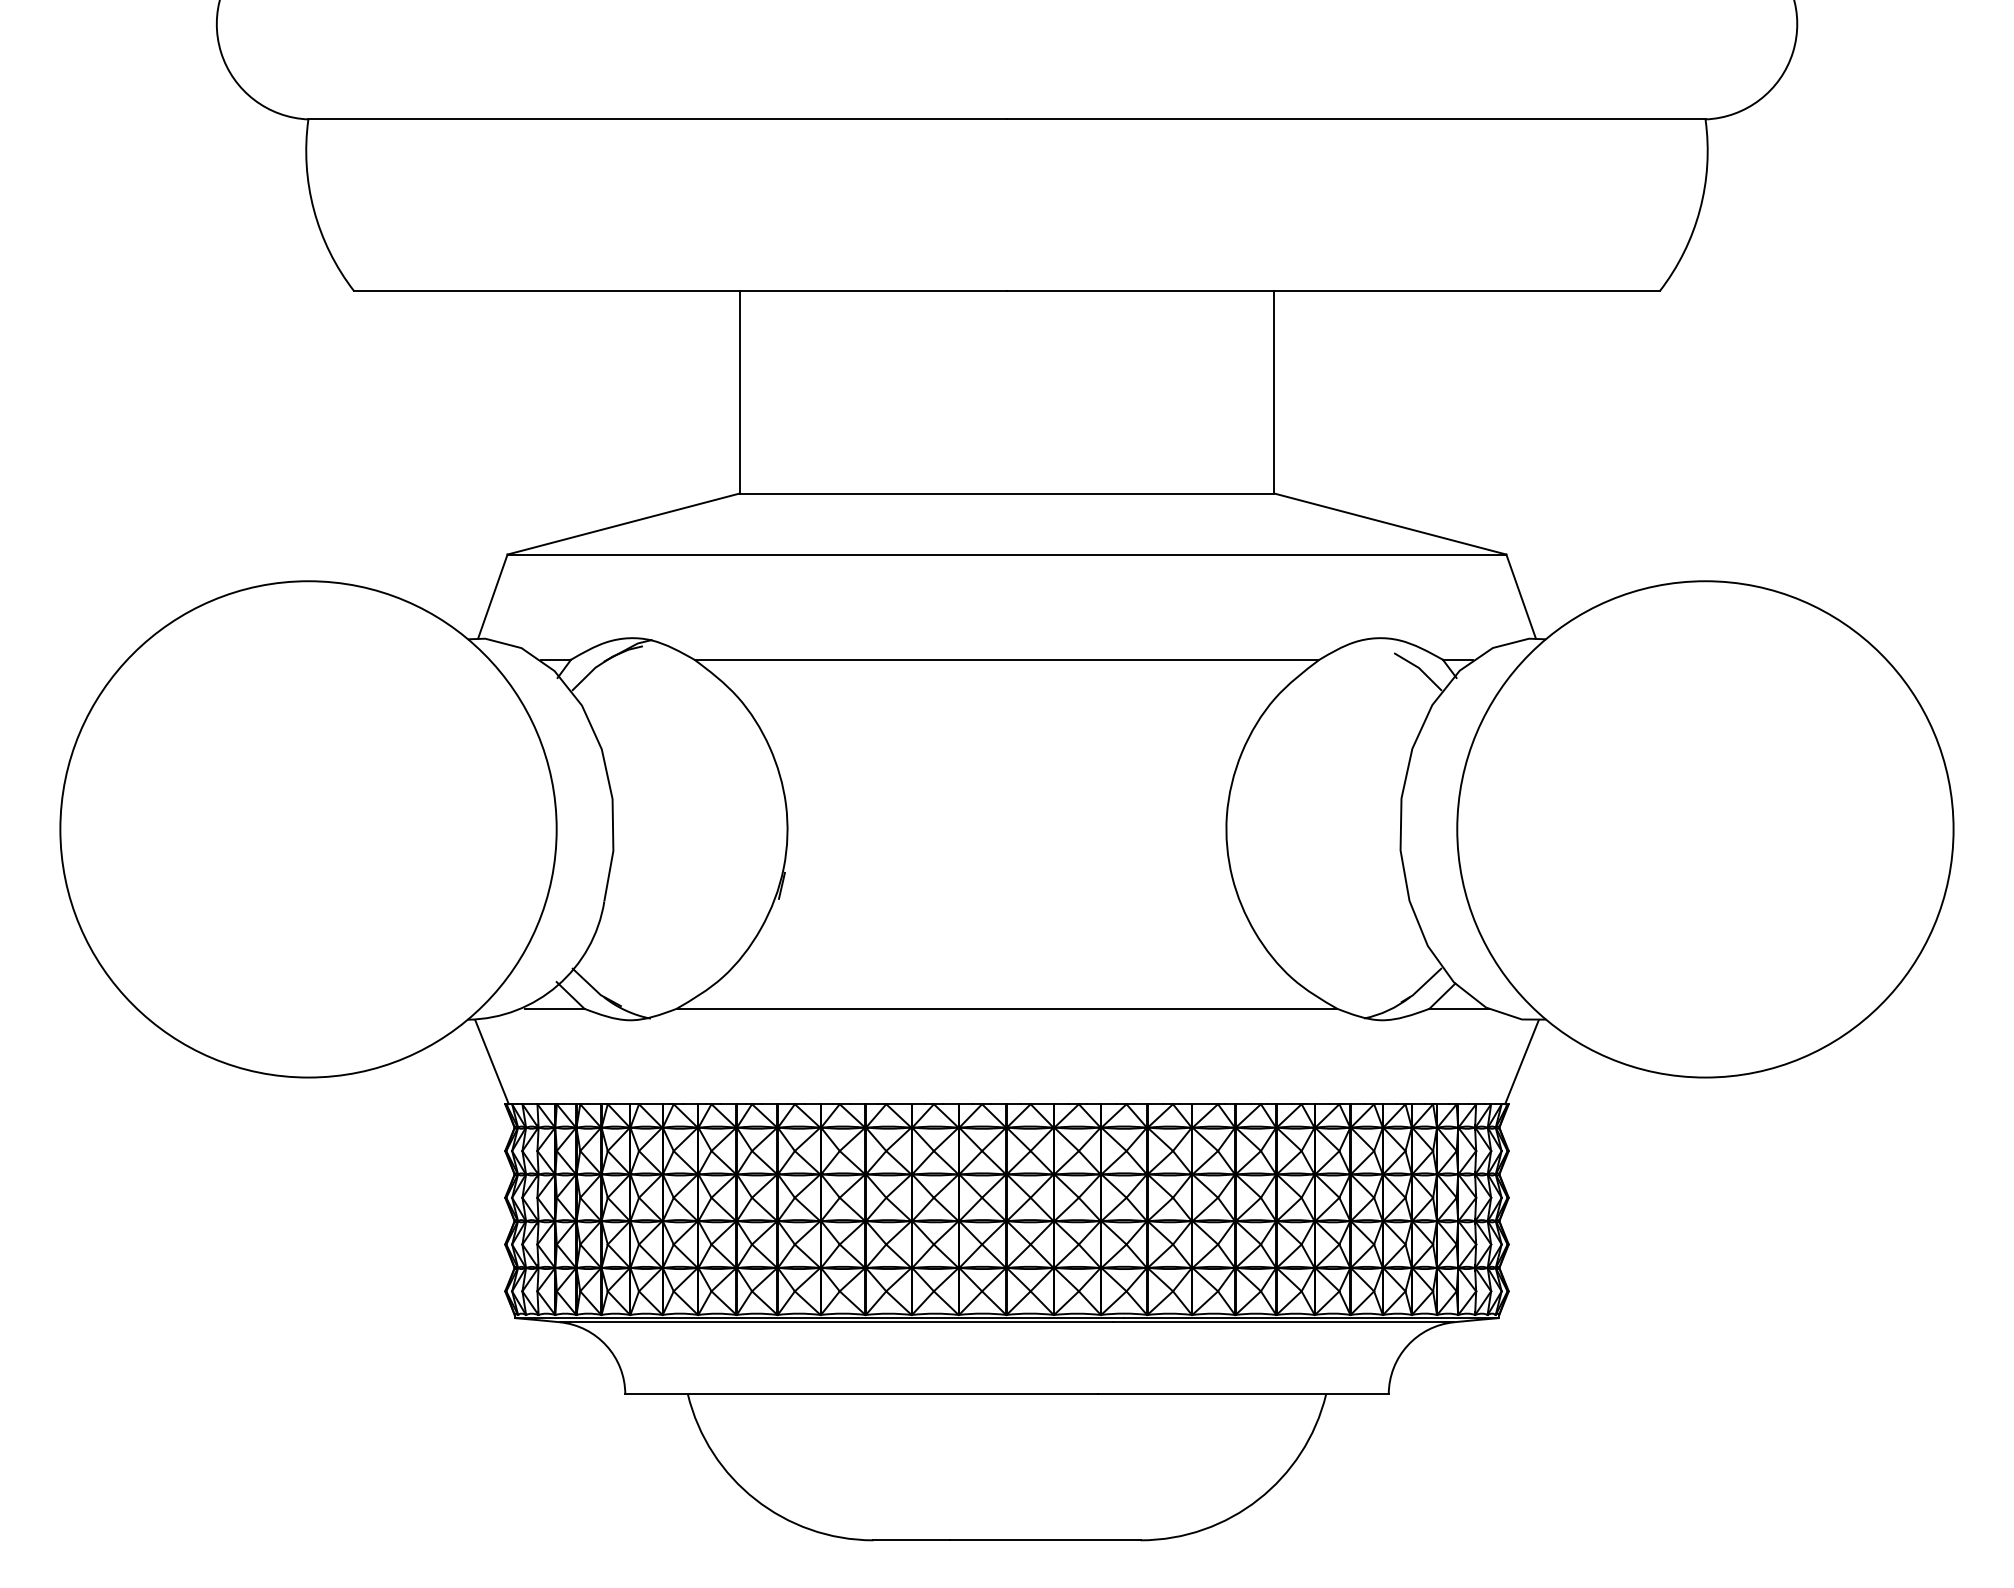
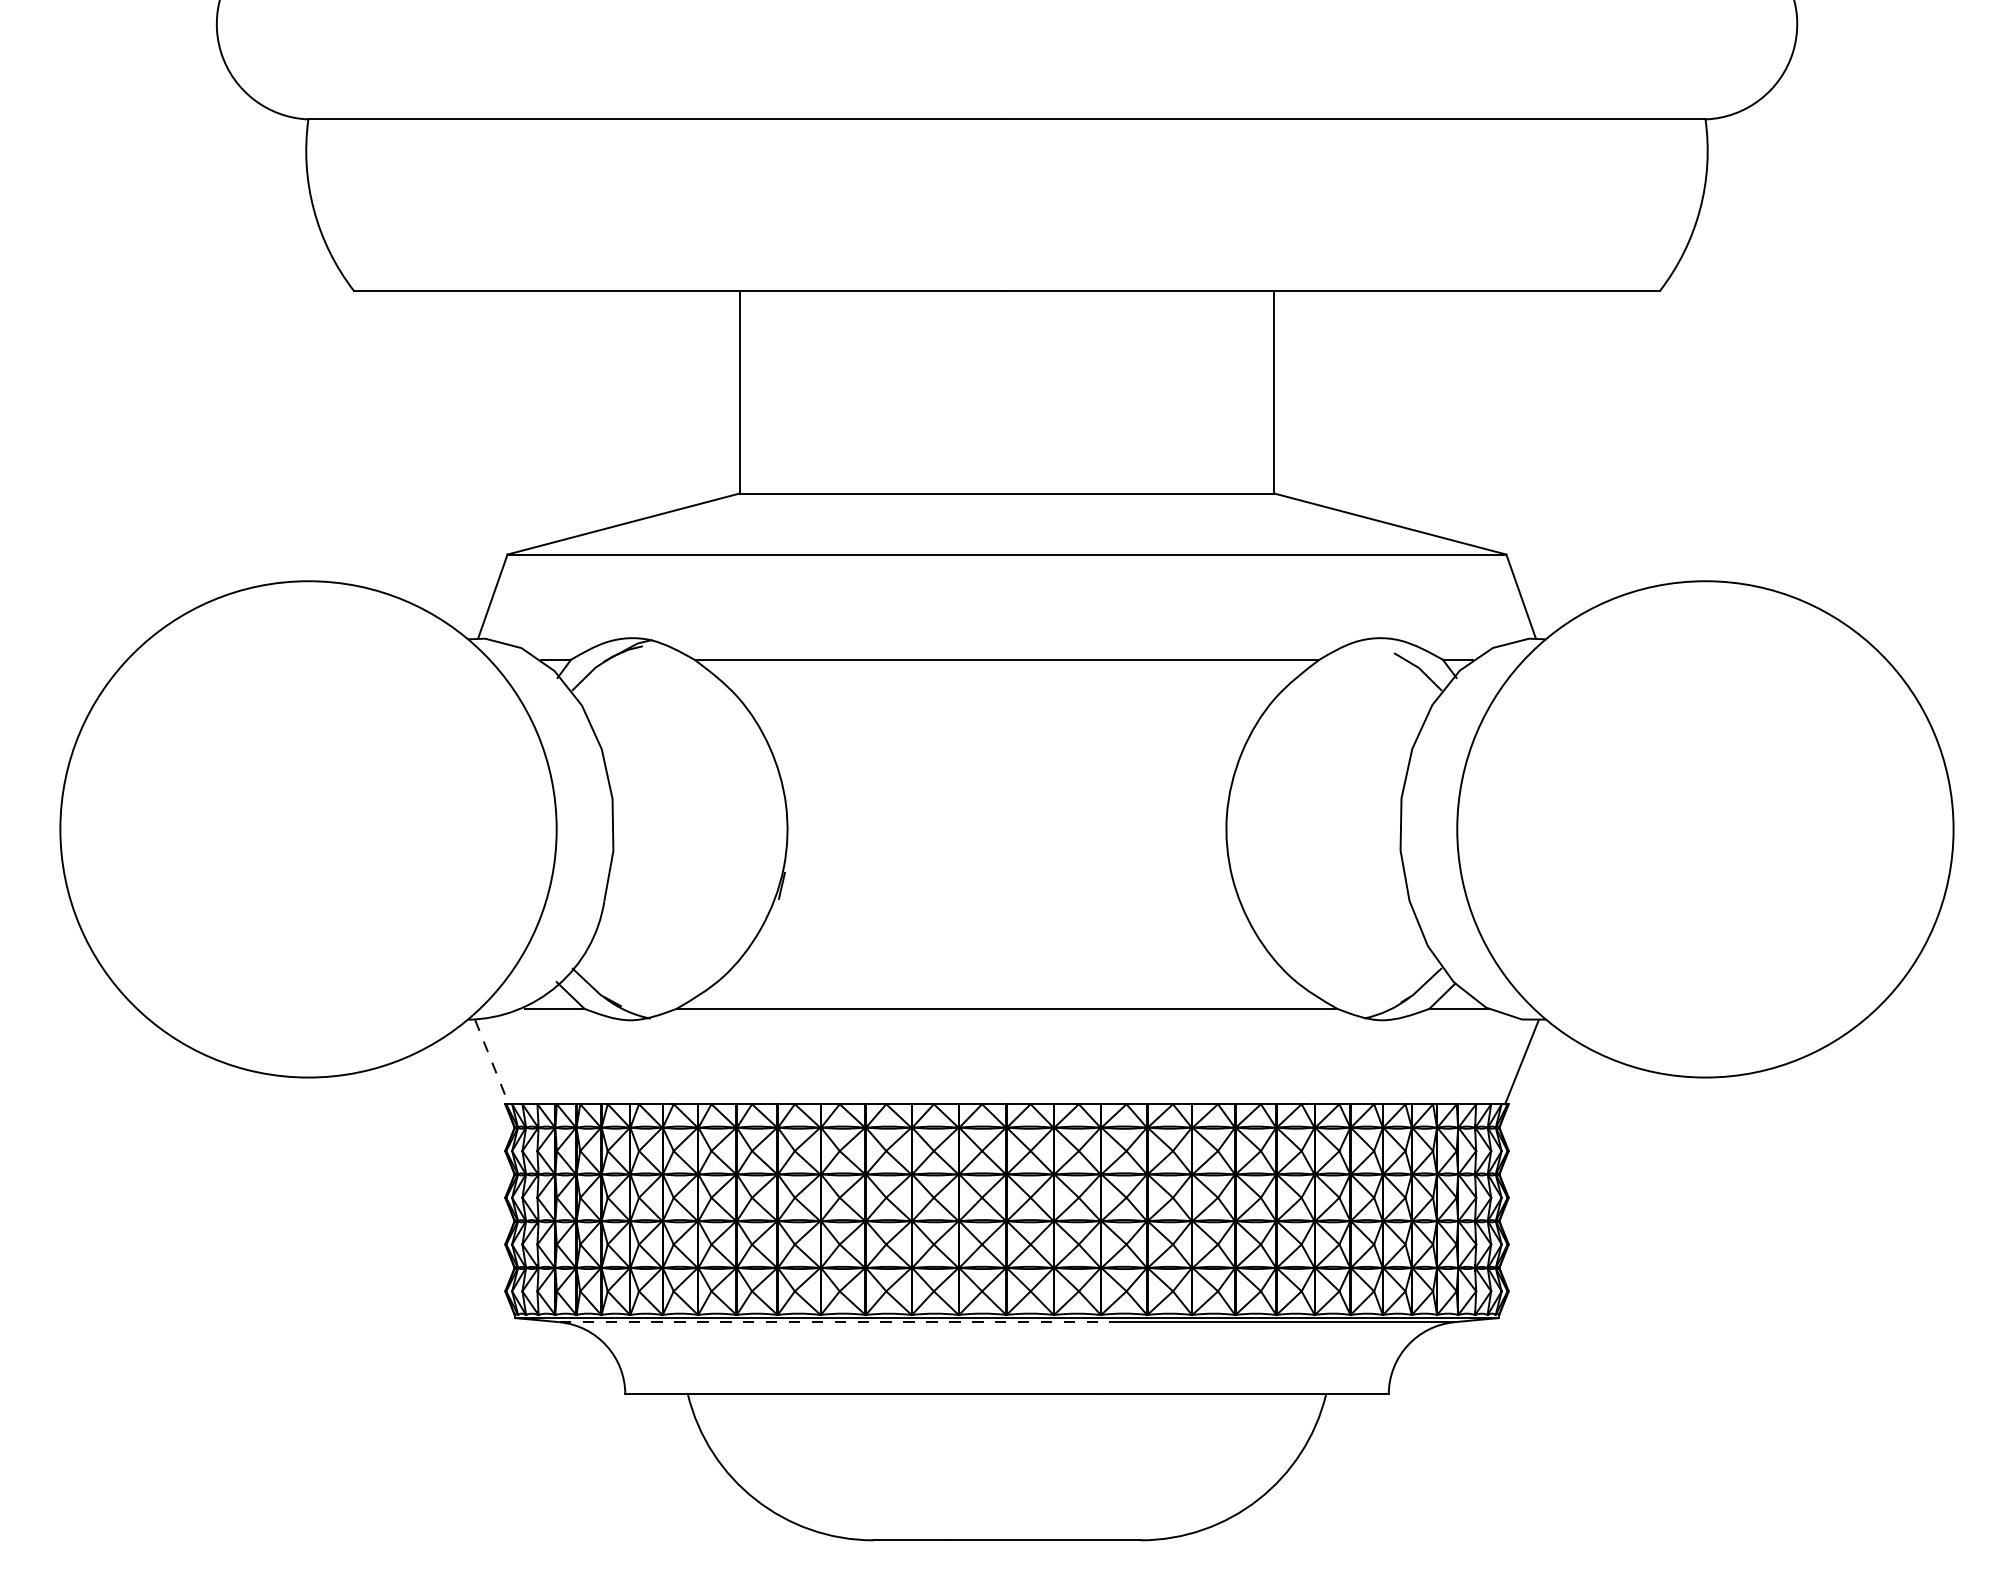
line at (492, 1062): solid -> dashed
line at (836, 1322): solid -> dashed
